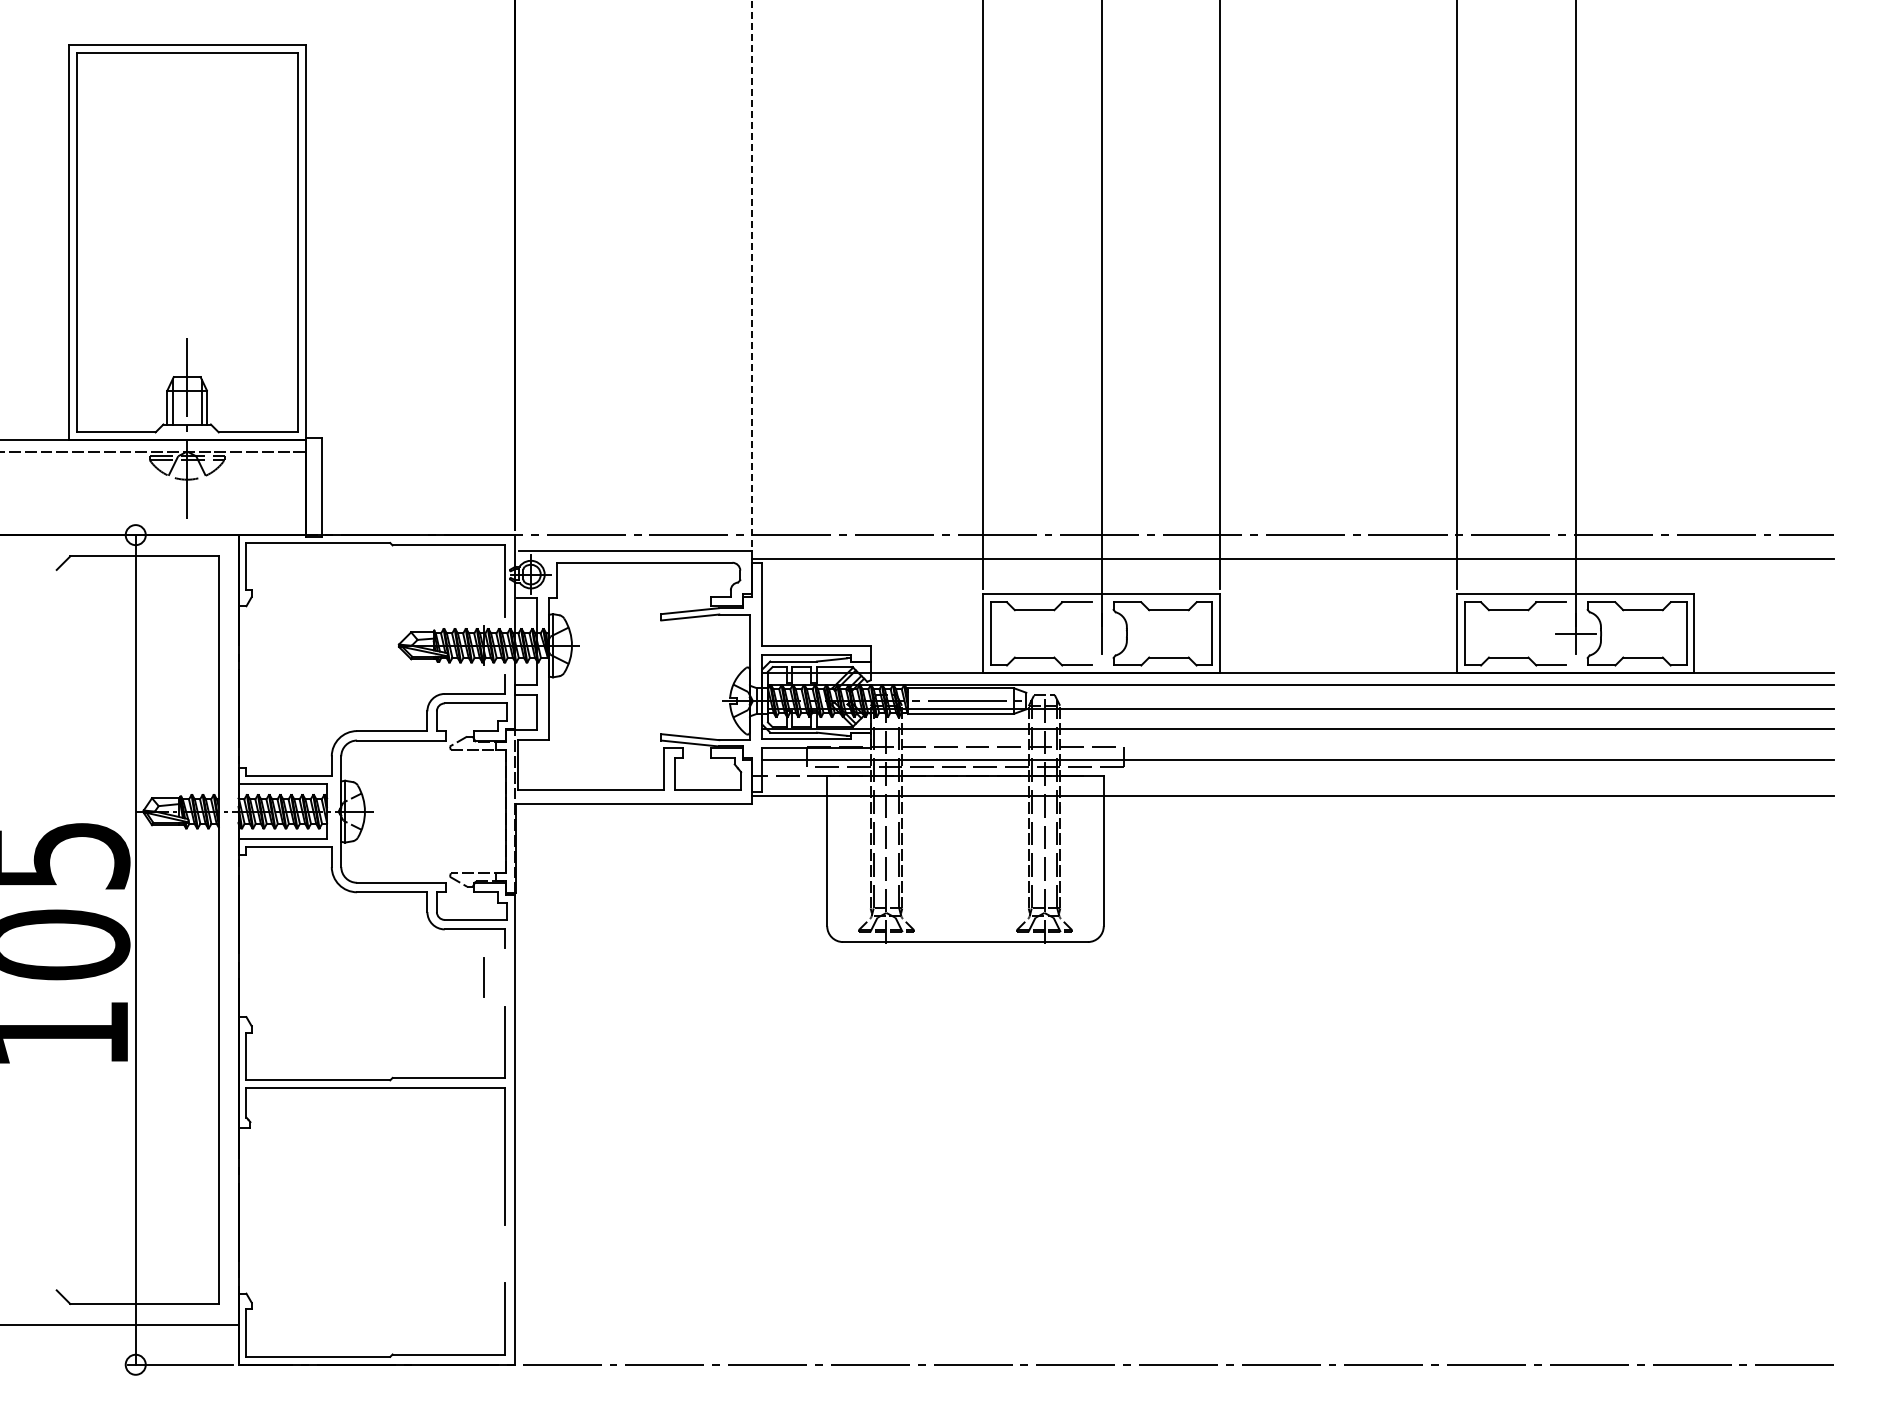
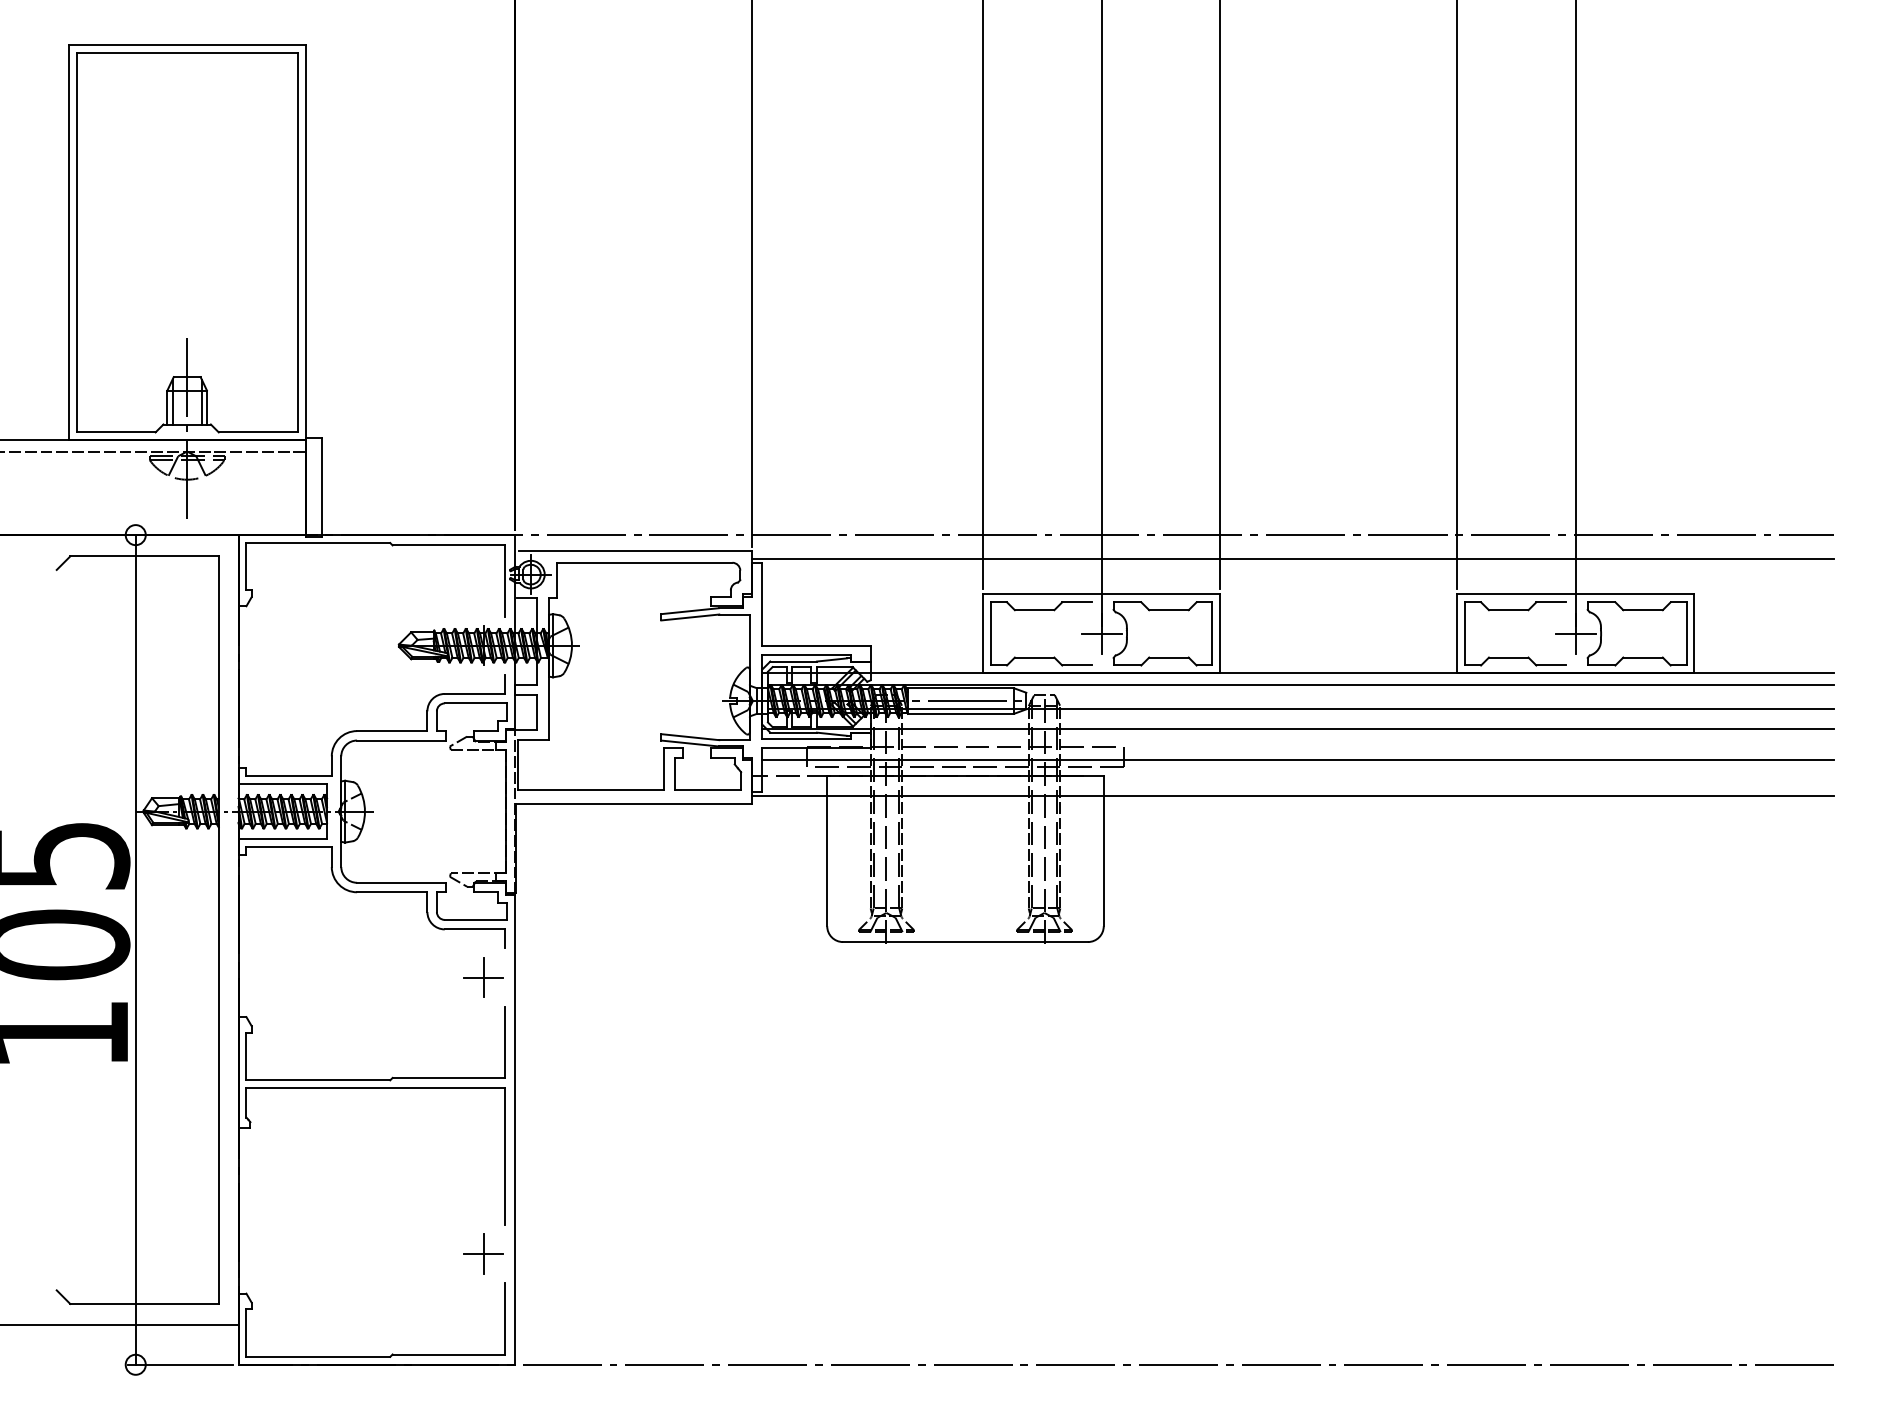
line at (752, 273): dashed -> solid
line at (1101, 633): none -> present
line at (483, 977): none -> present
part at (483, 1253): none -> present
